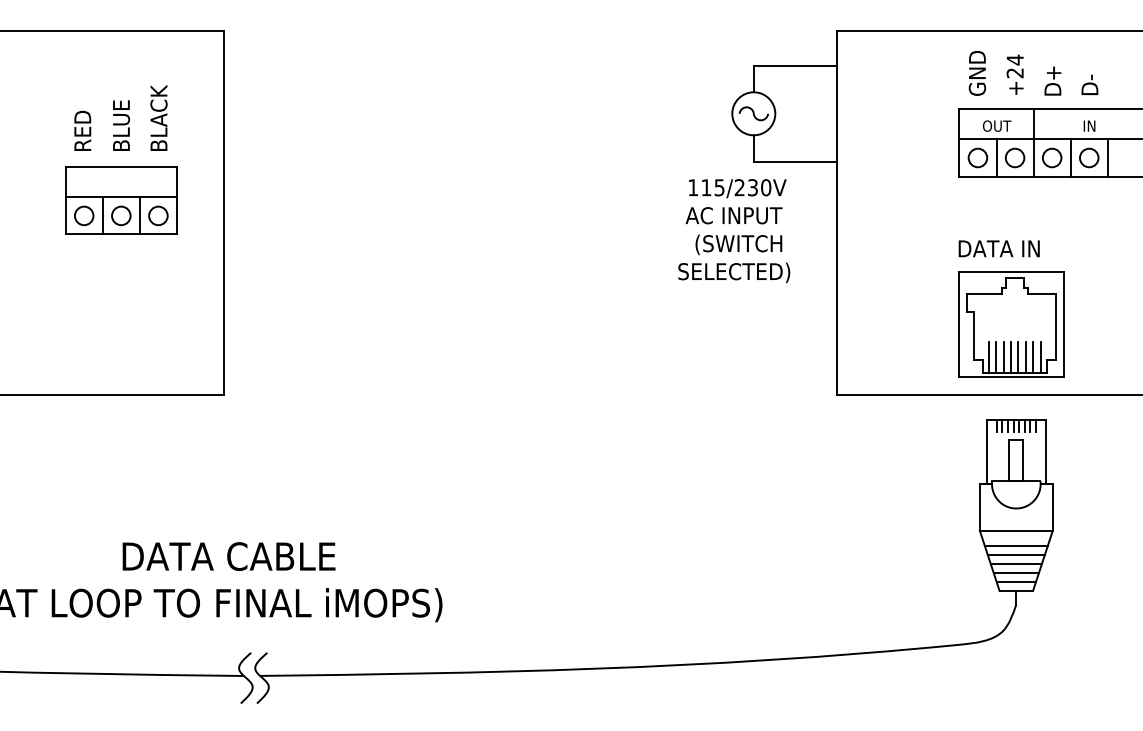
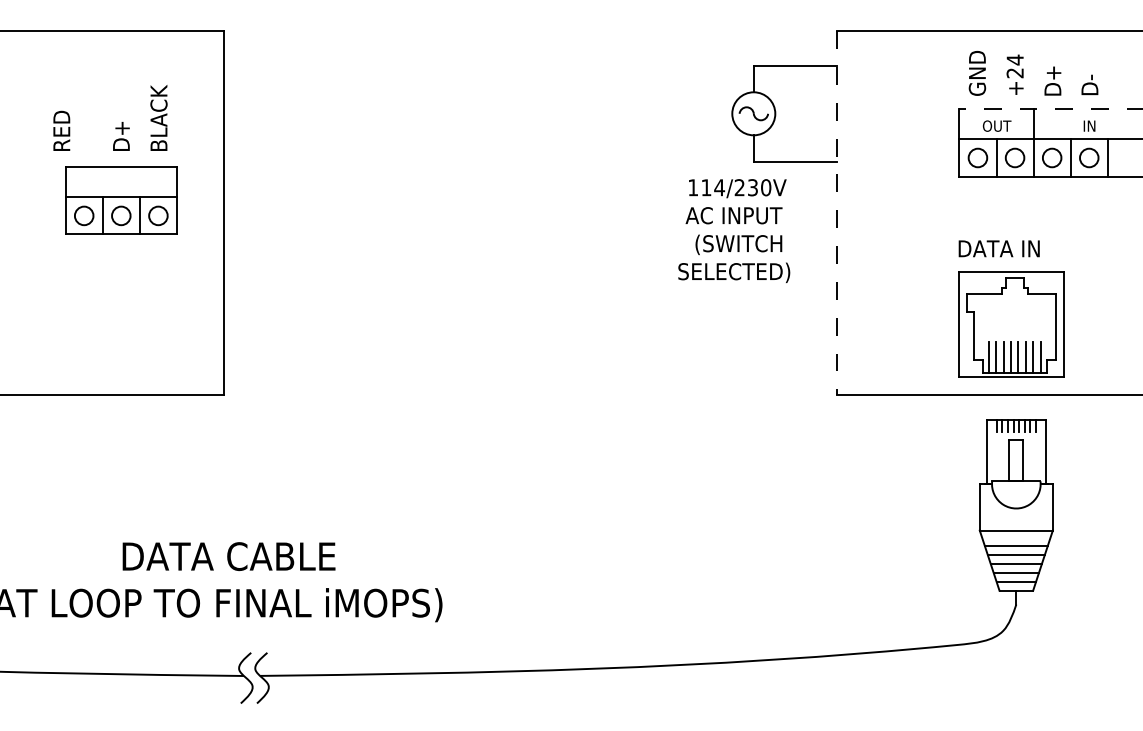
line at (1051, 109): solid -> dashed
text at (121, 124): BLUE -> D+
text at (82, 130) position: (82, 130) -> (61, 130)
text at (719, 187): 115/230V -> 114/230V
line at (836, 212): solid -> dashed
